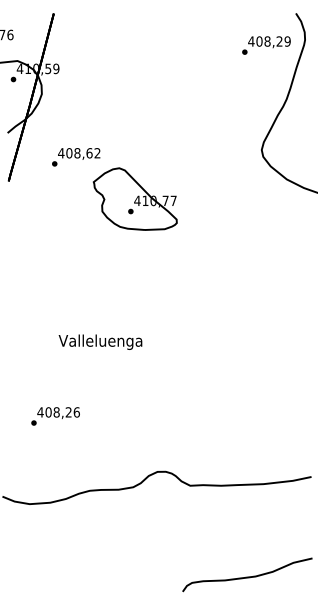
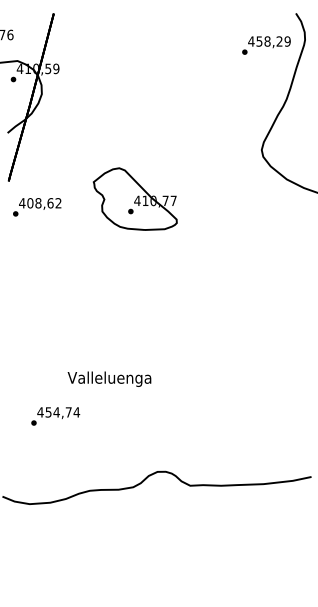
text at (259, 41): 408,29 -> 458,29
text at (76, 157) position: (76, 157) -> (37, 207)
text at (100, 341) position: (100, 341) -> (109, 378)
text at (62, 412): 408,26 -> 454,74
part at (247, 574): present -> none
